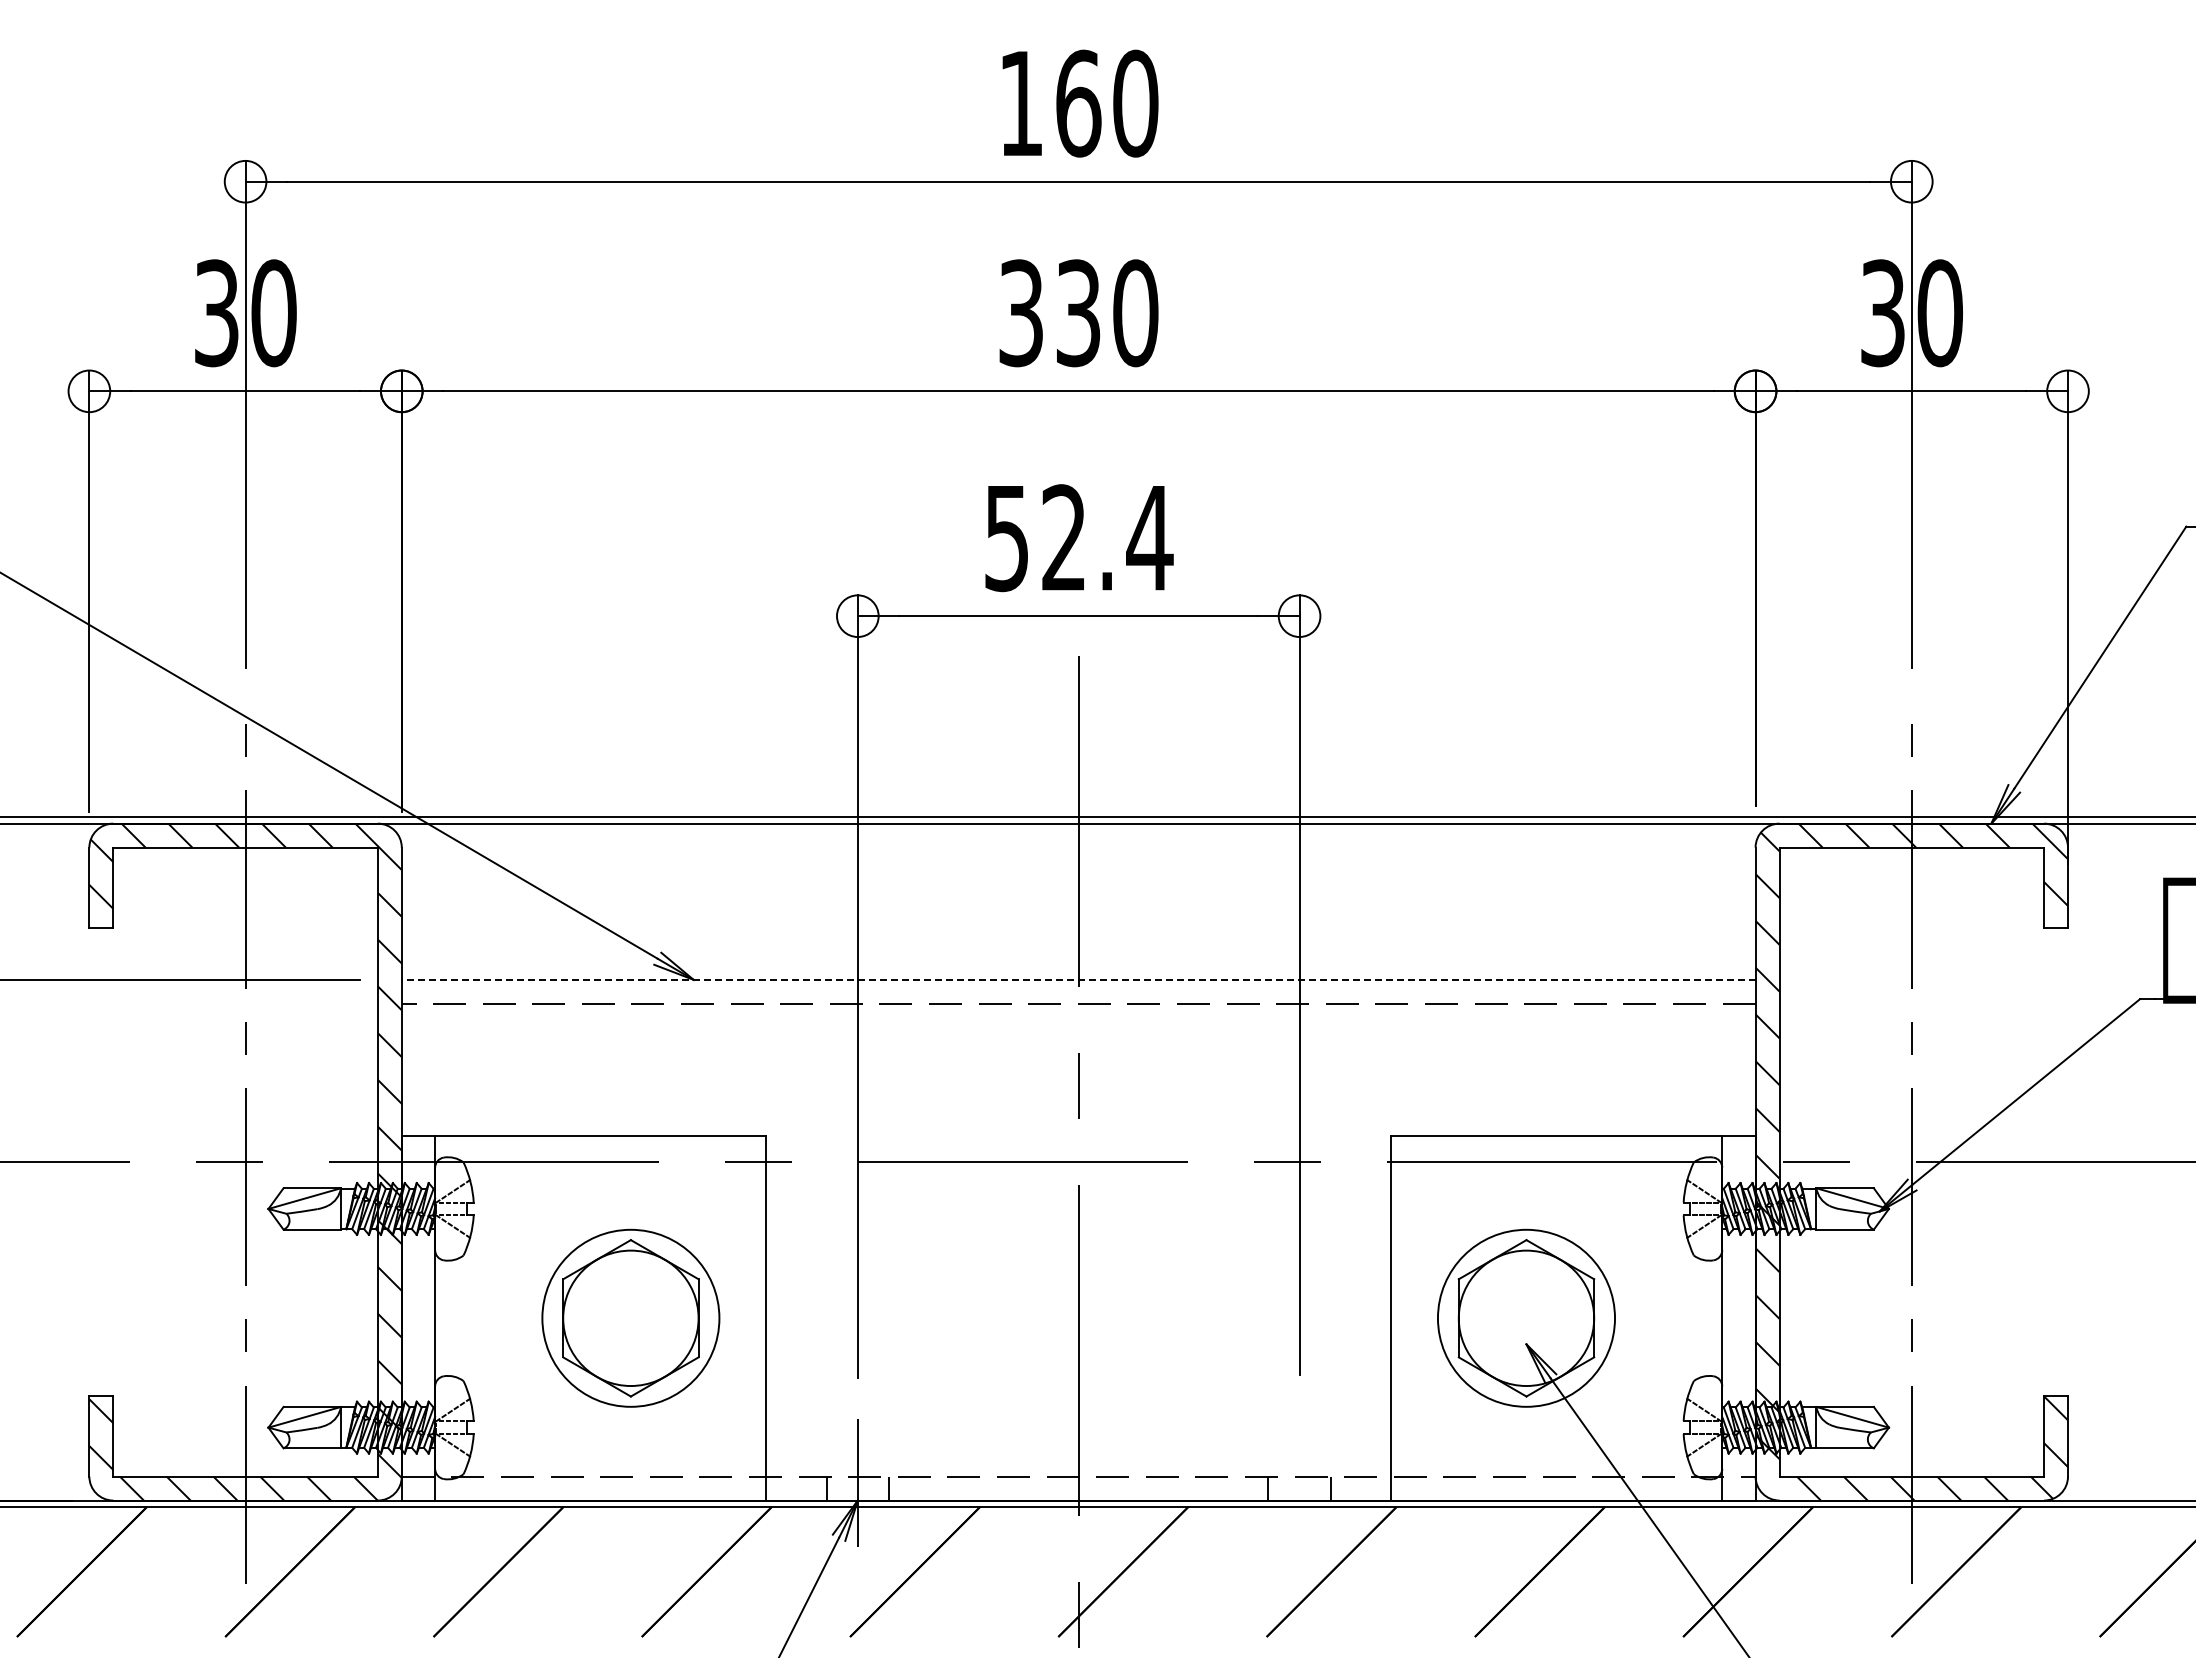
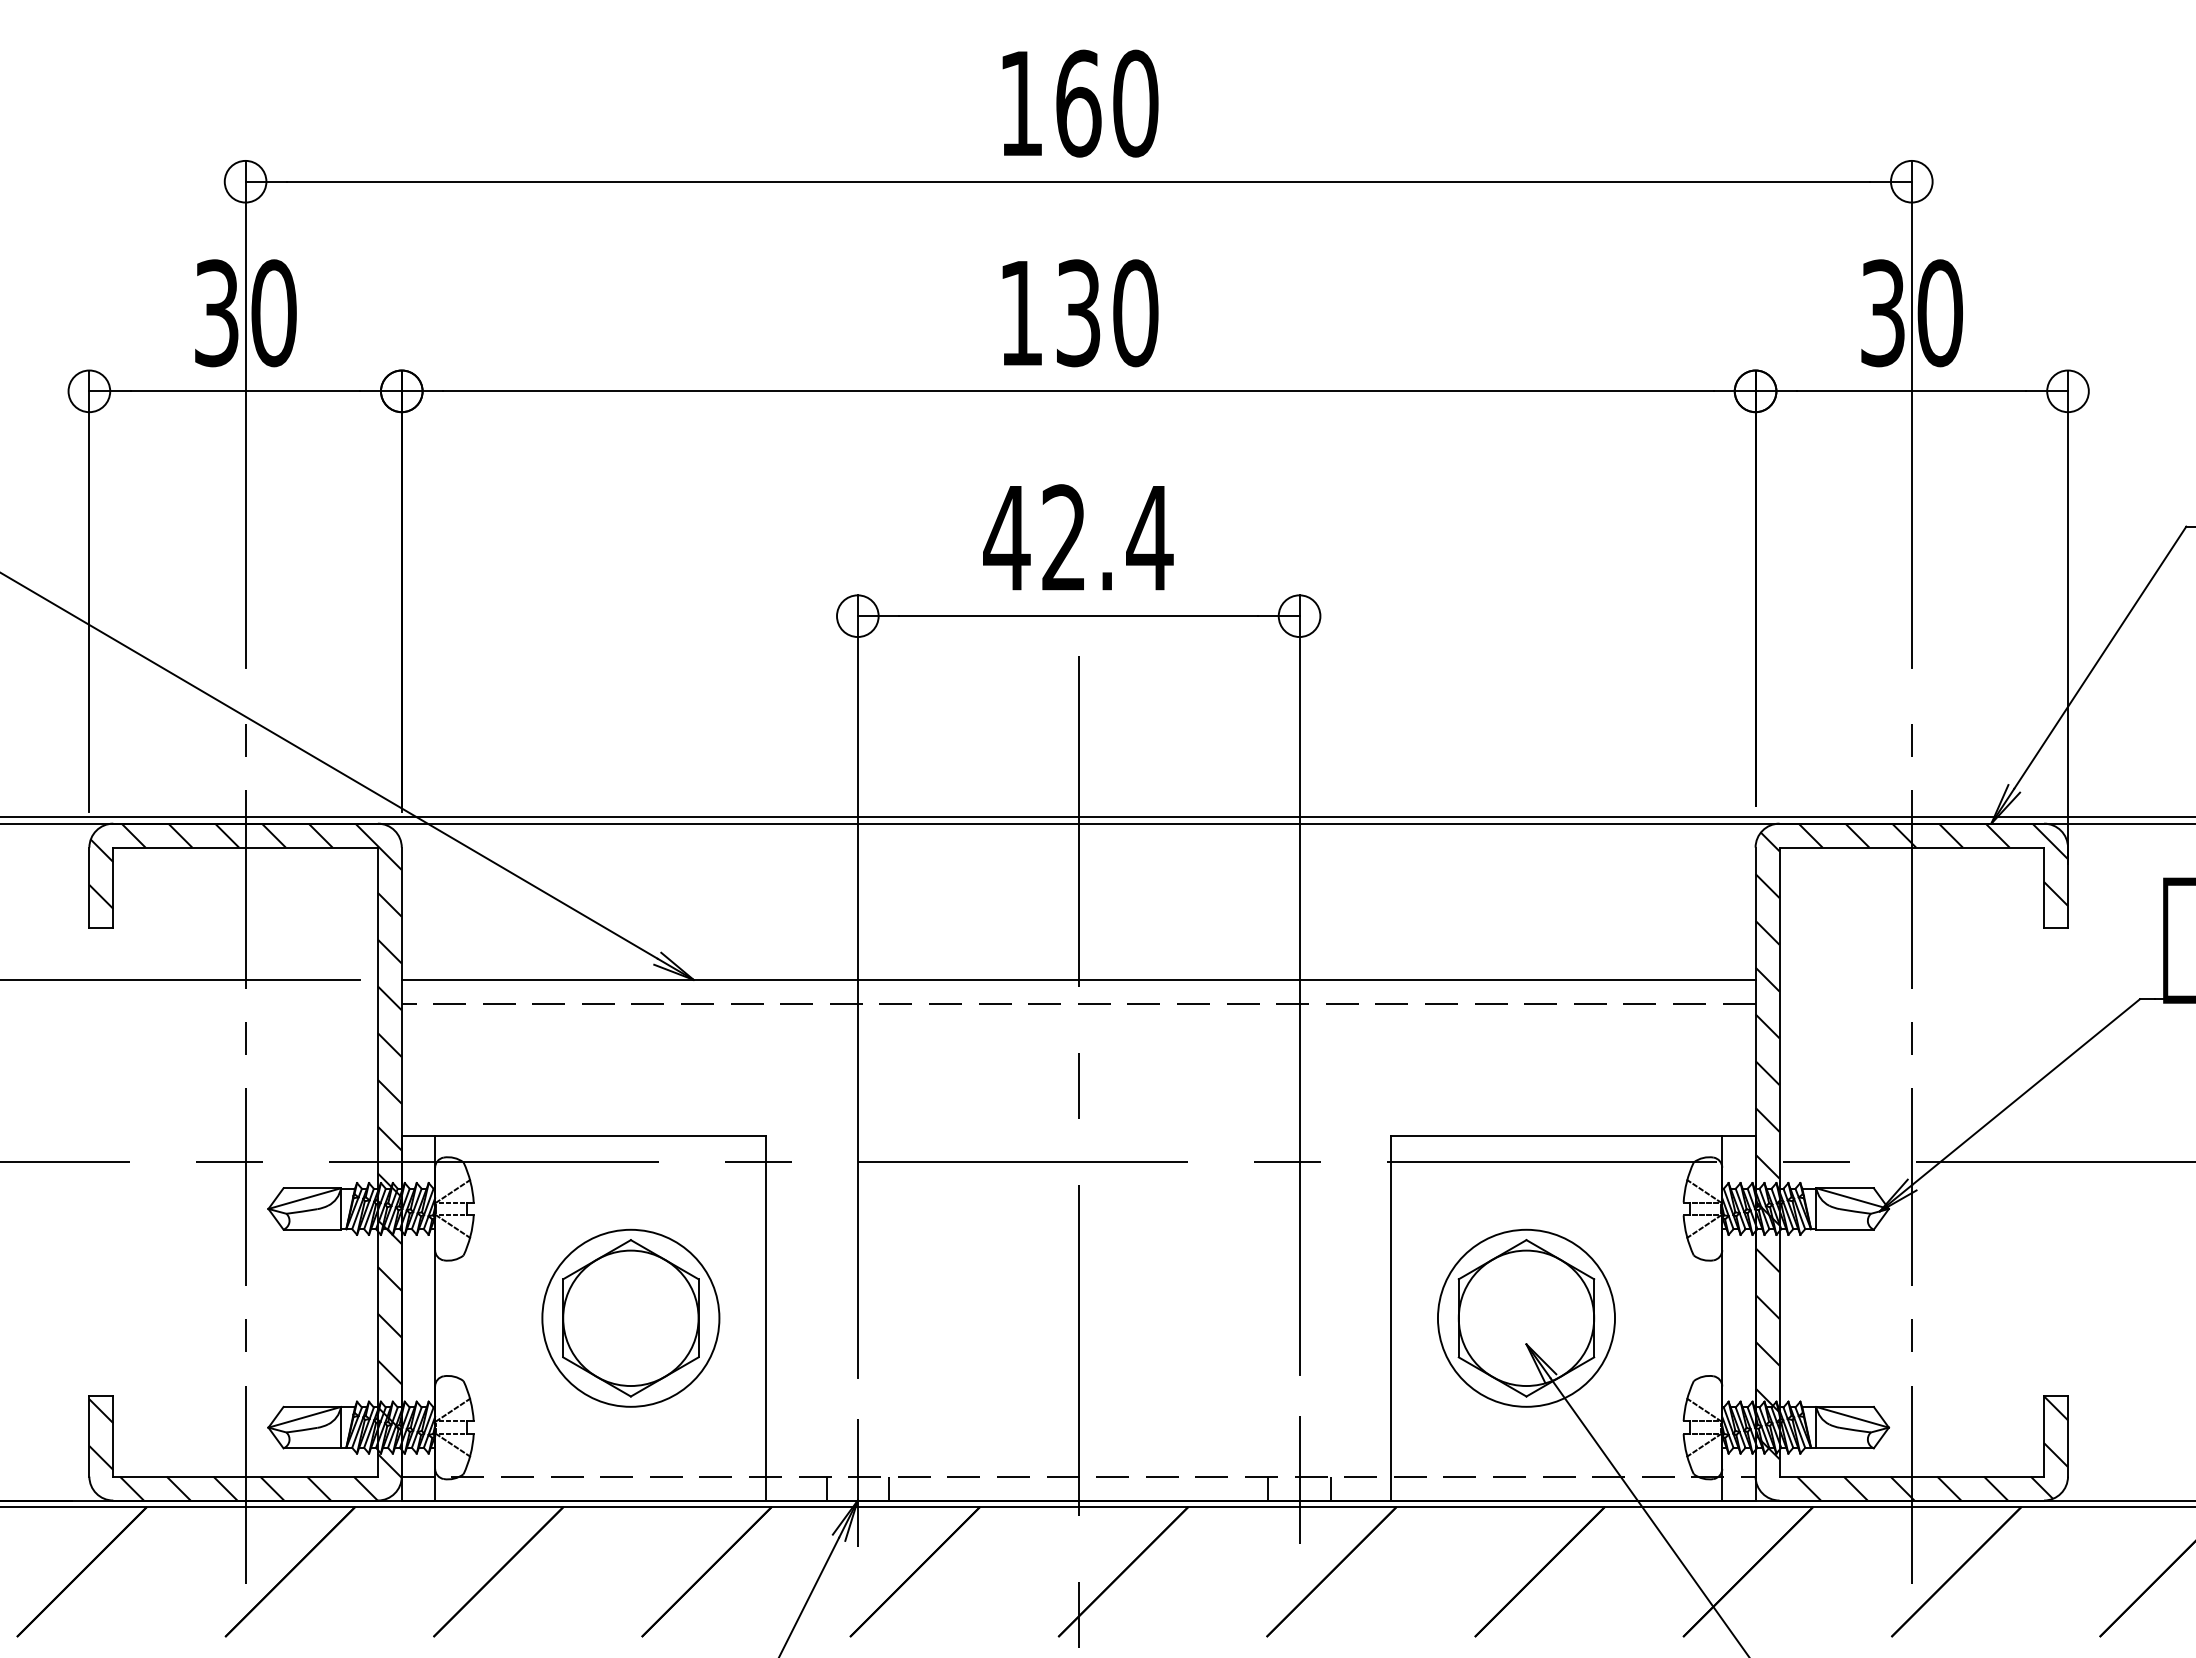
text at (1020, 313): 330 -> 130
text at (1006, 539): 52.4 -> 42.4
line at (1078, 979): dashed -> solid
line at (1299, 1479): none -> present
